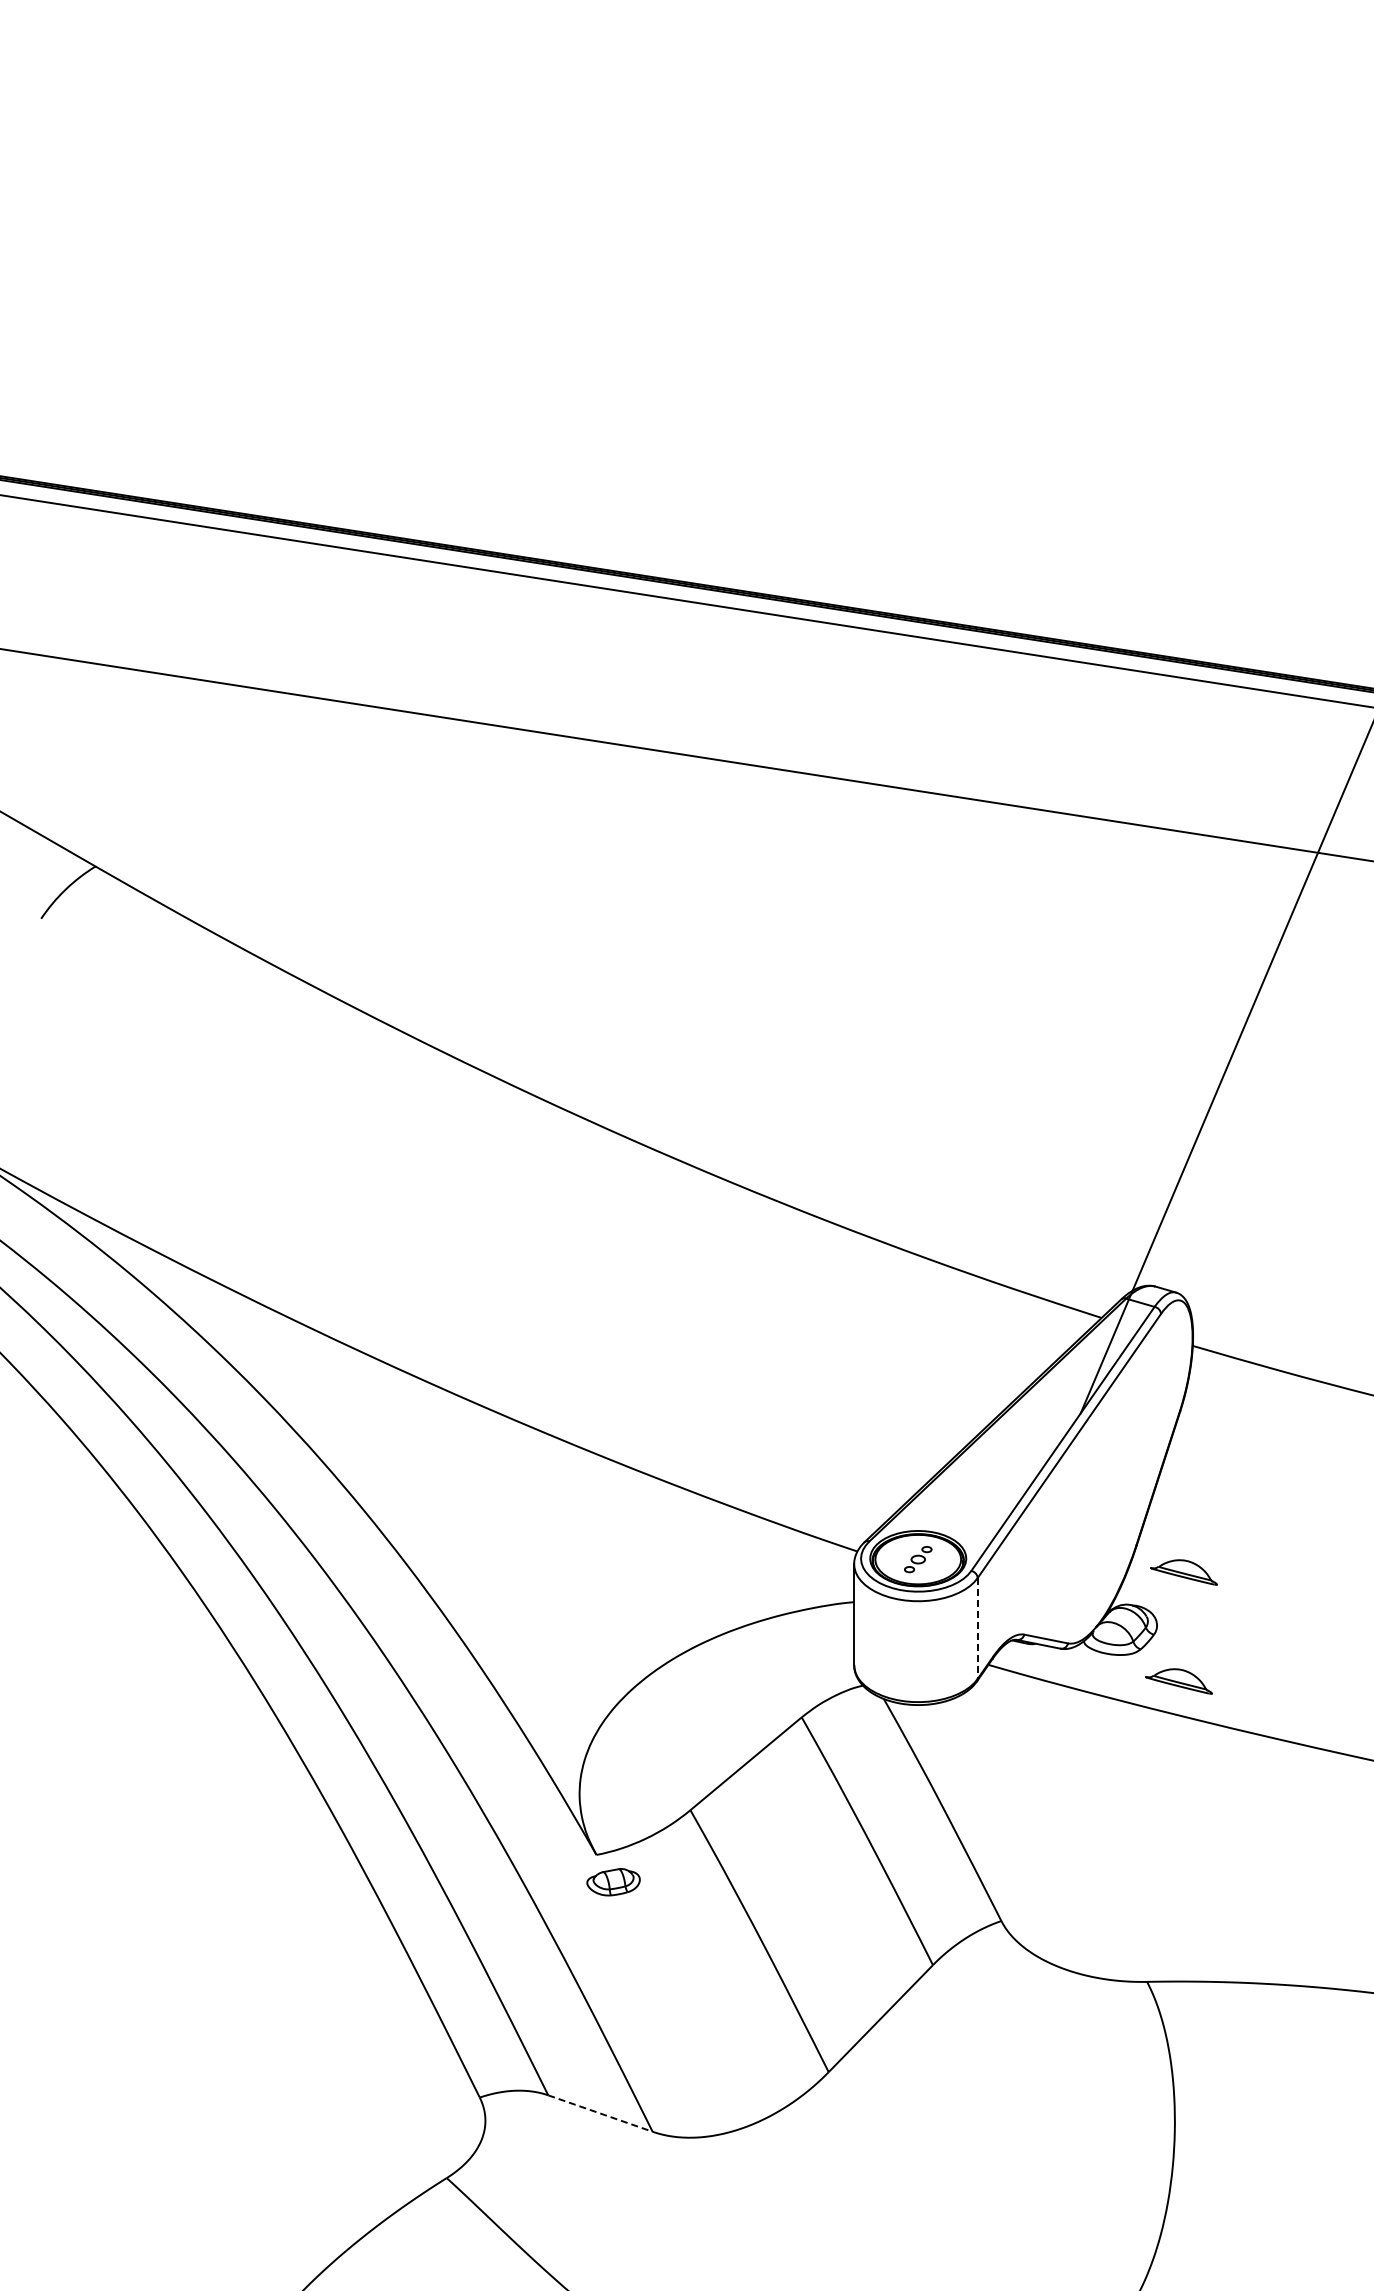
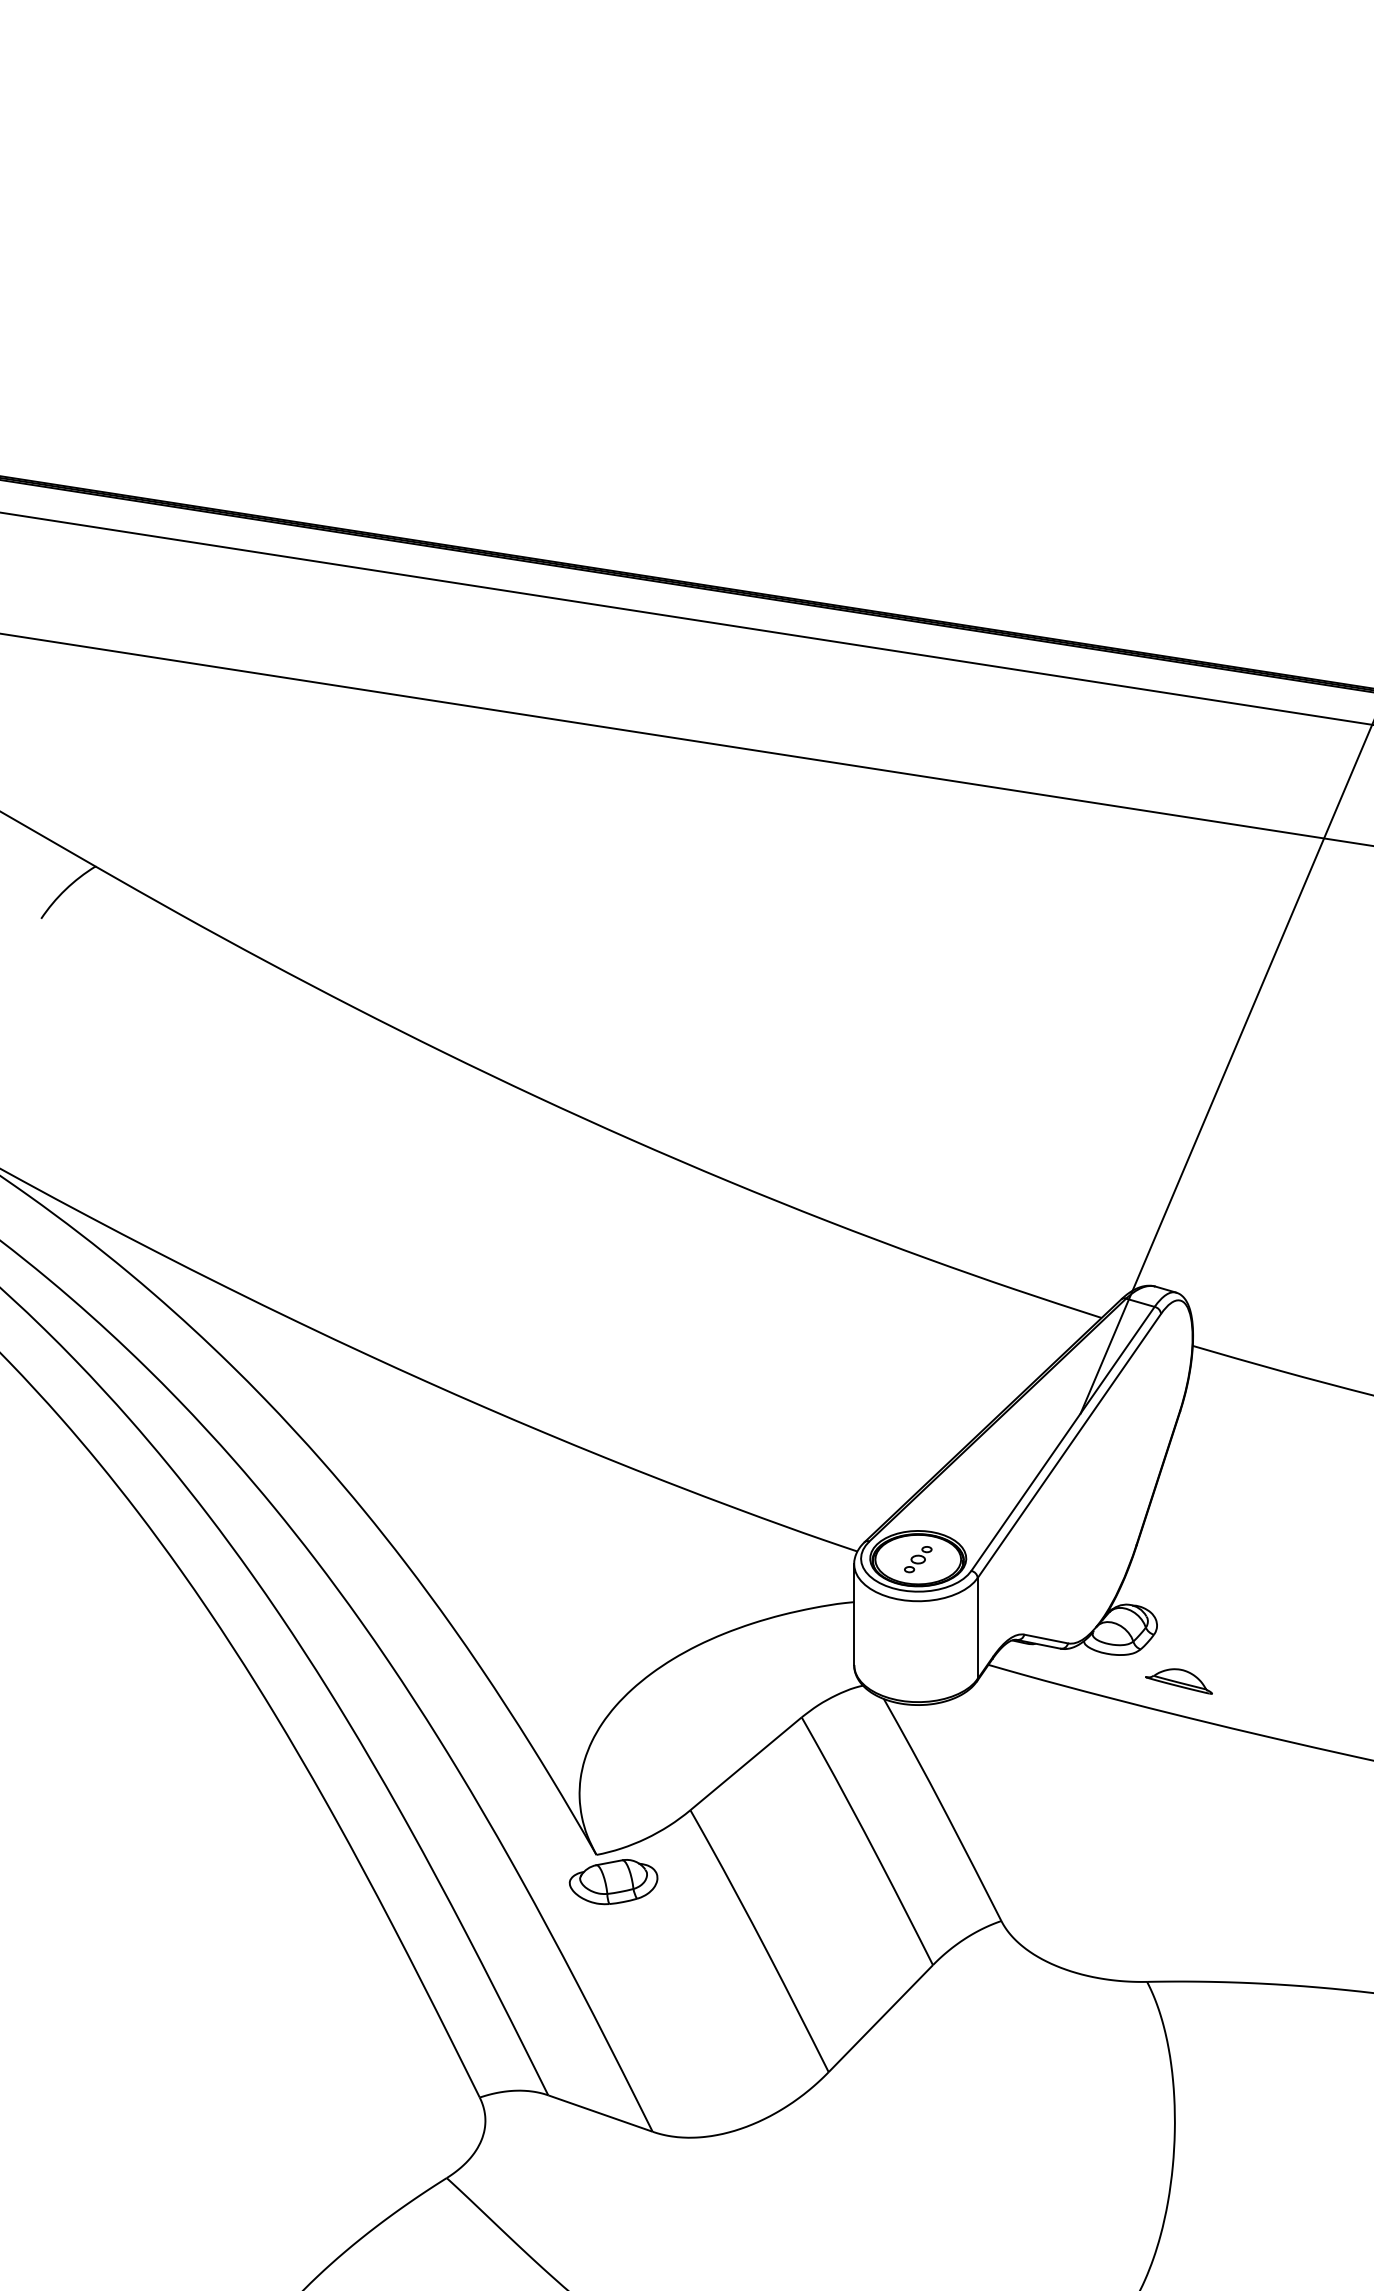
line at (686, 601) position: (686, 601) -> (686, 618)
line at (686, 754) position: (686, 754) -> (686, 739)
part at (1183, 1572): present -> none
line at (977, 1628): dashed -> solid
part at (613, 1882) size: 55x29 px -> 91x47 px
line at (600, 2113): dashed -> solid
